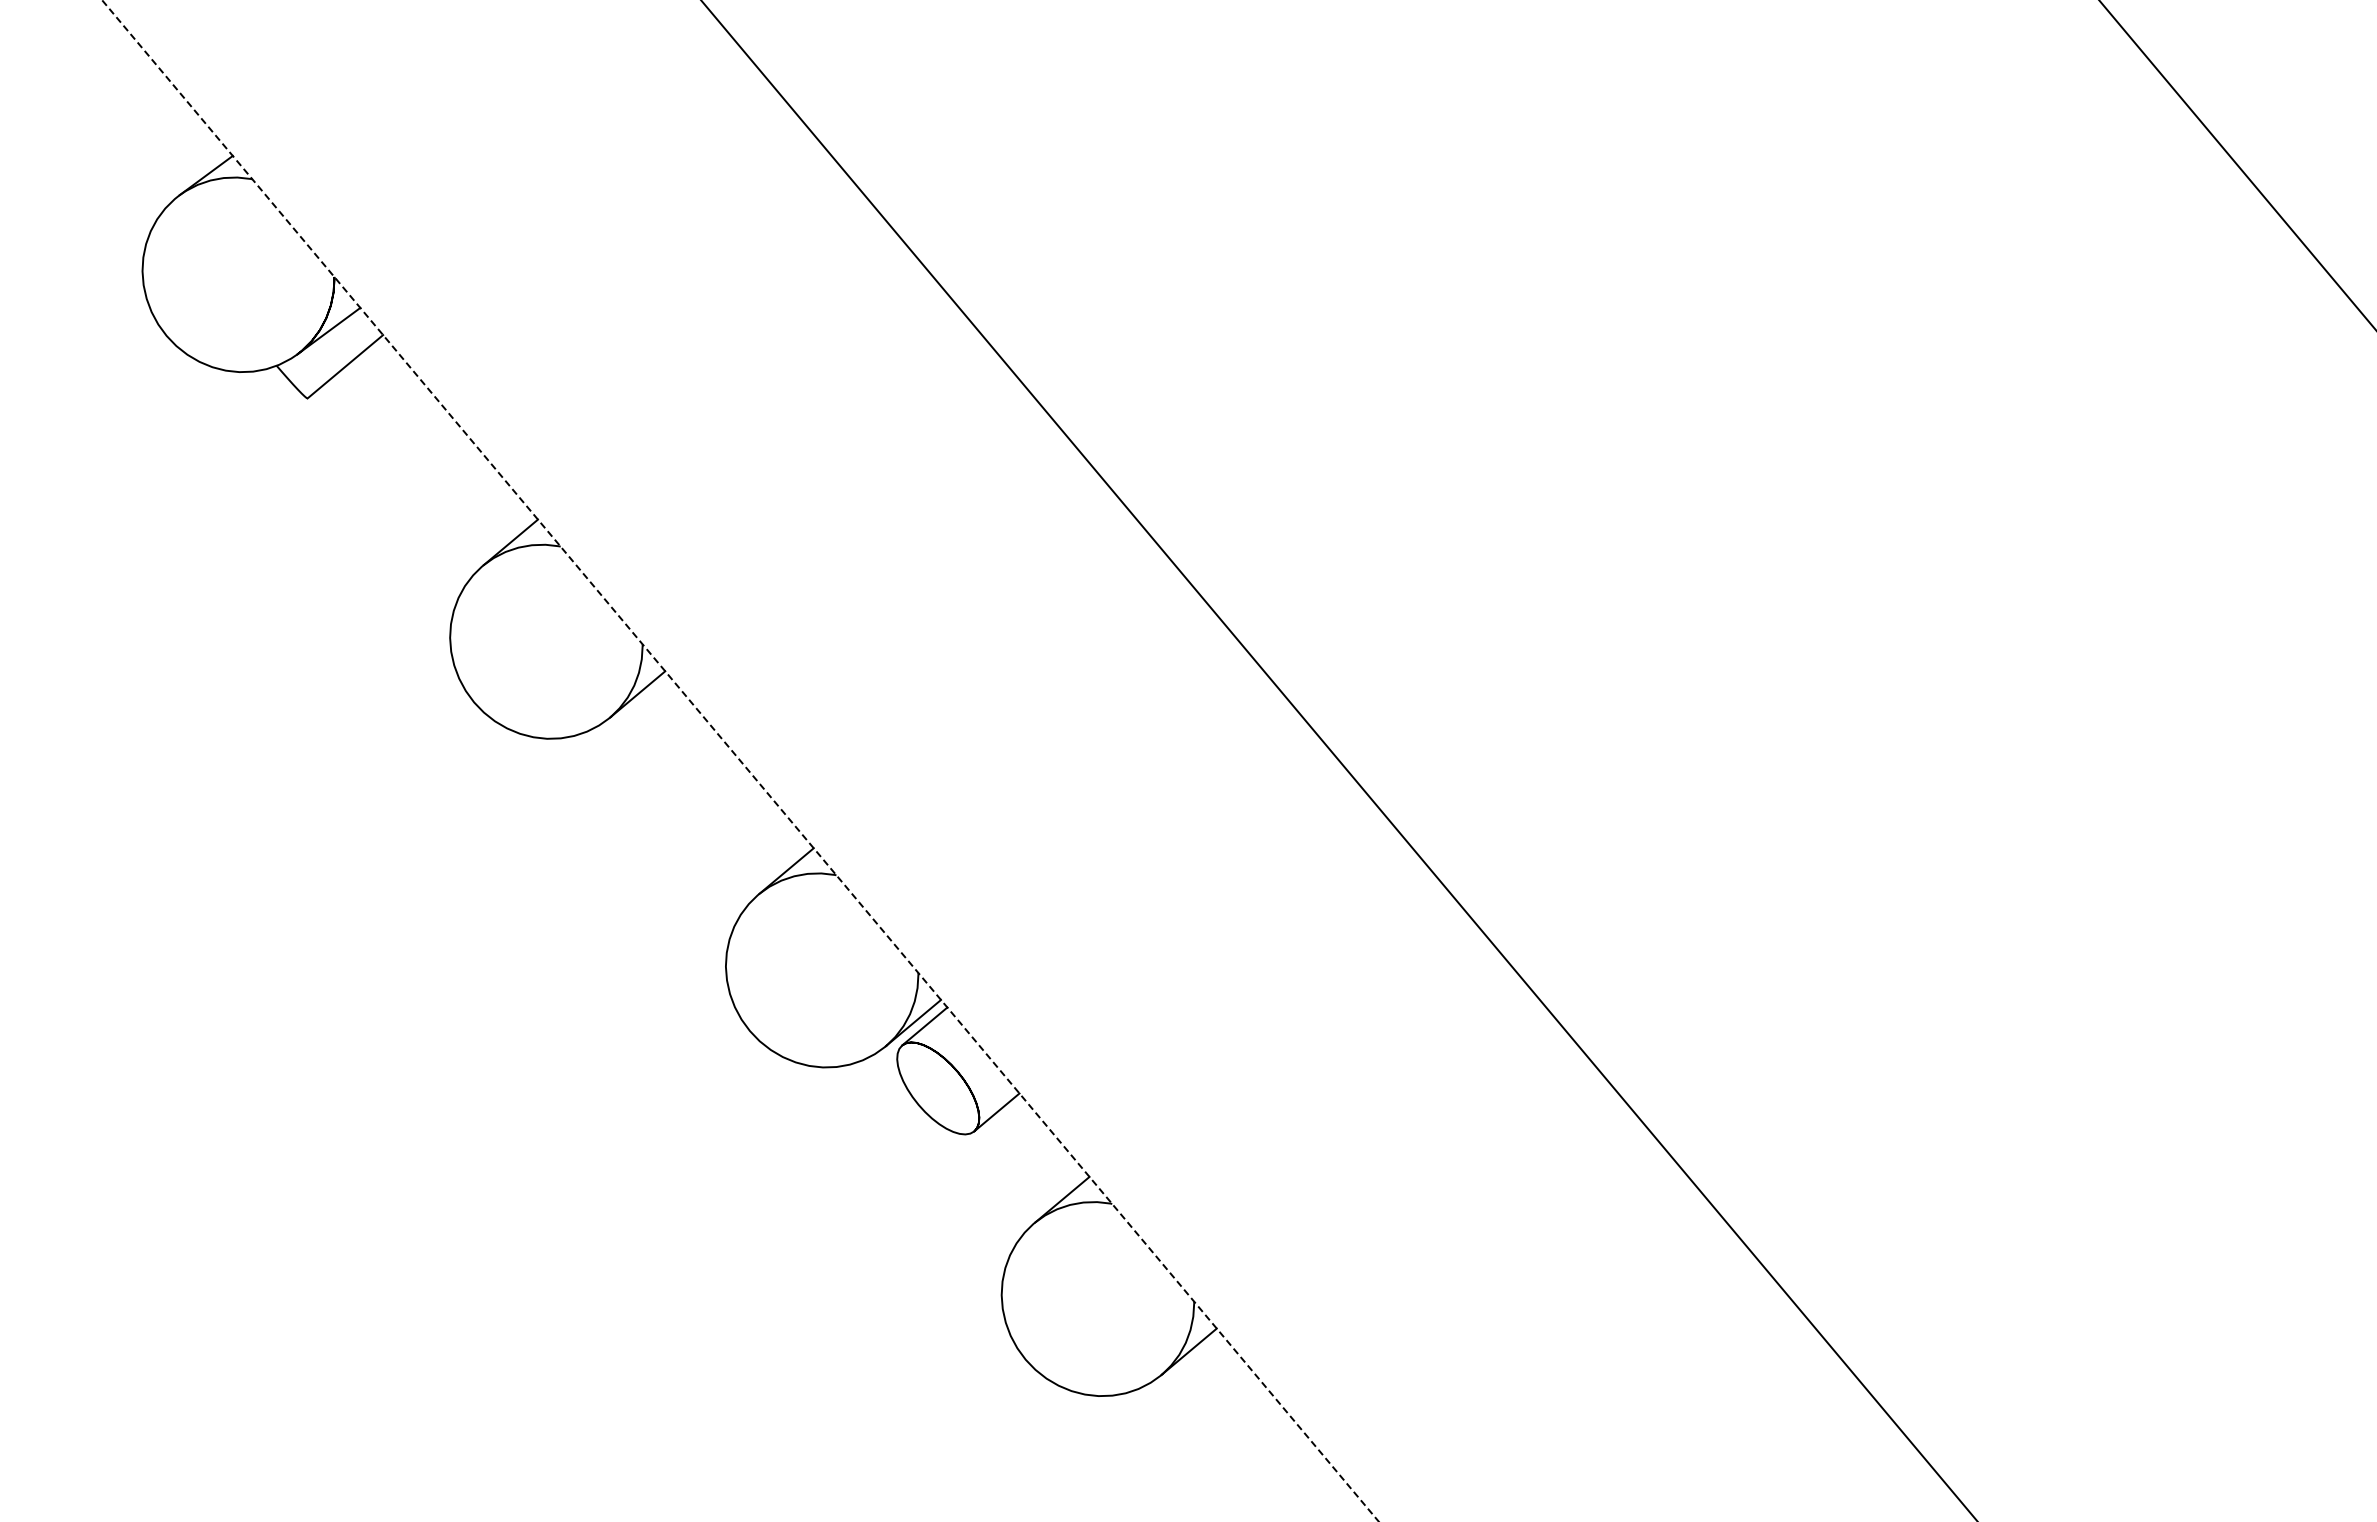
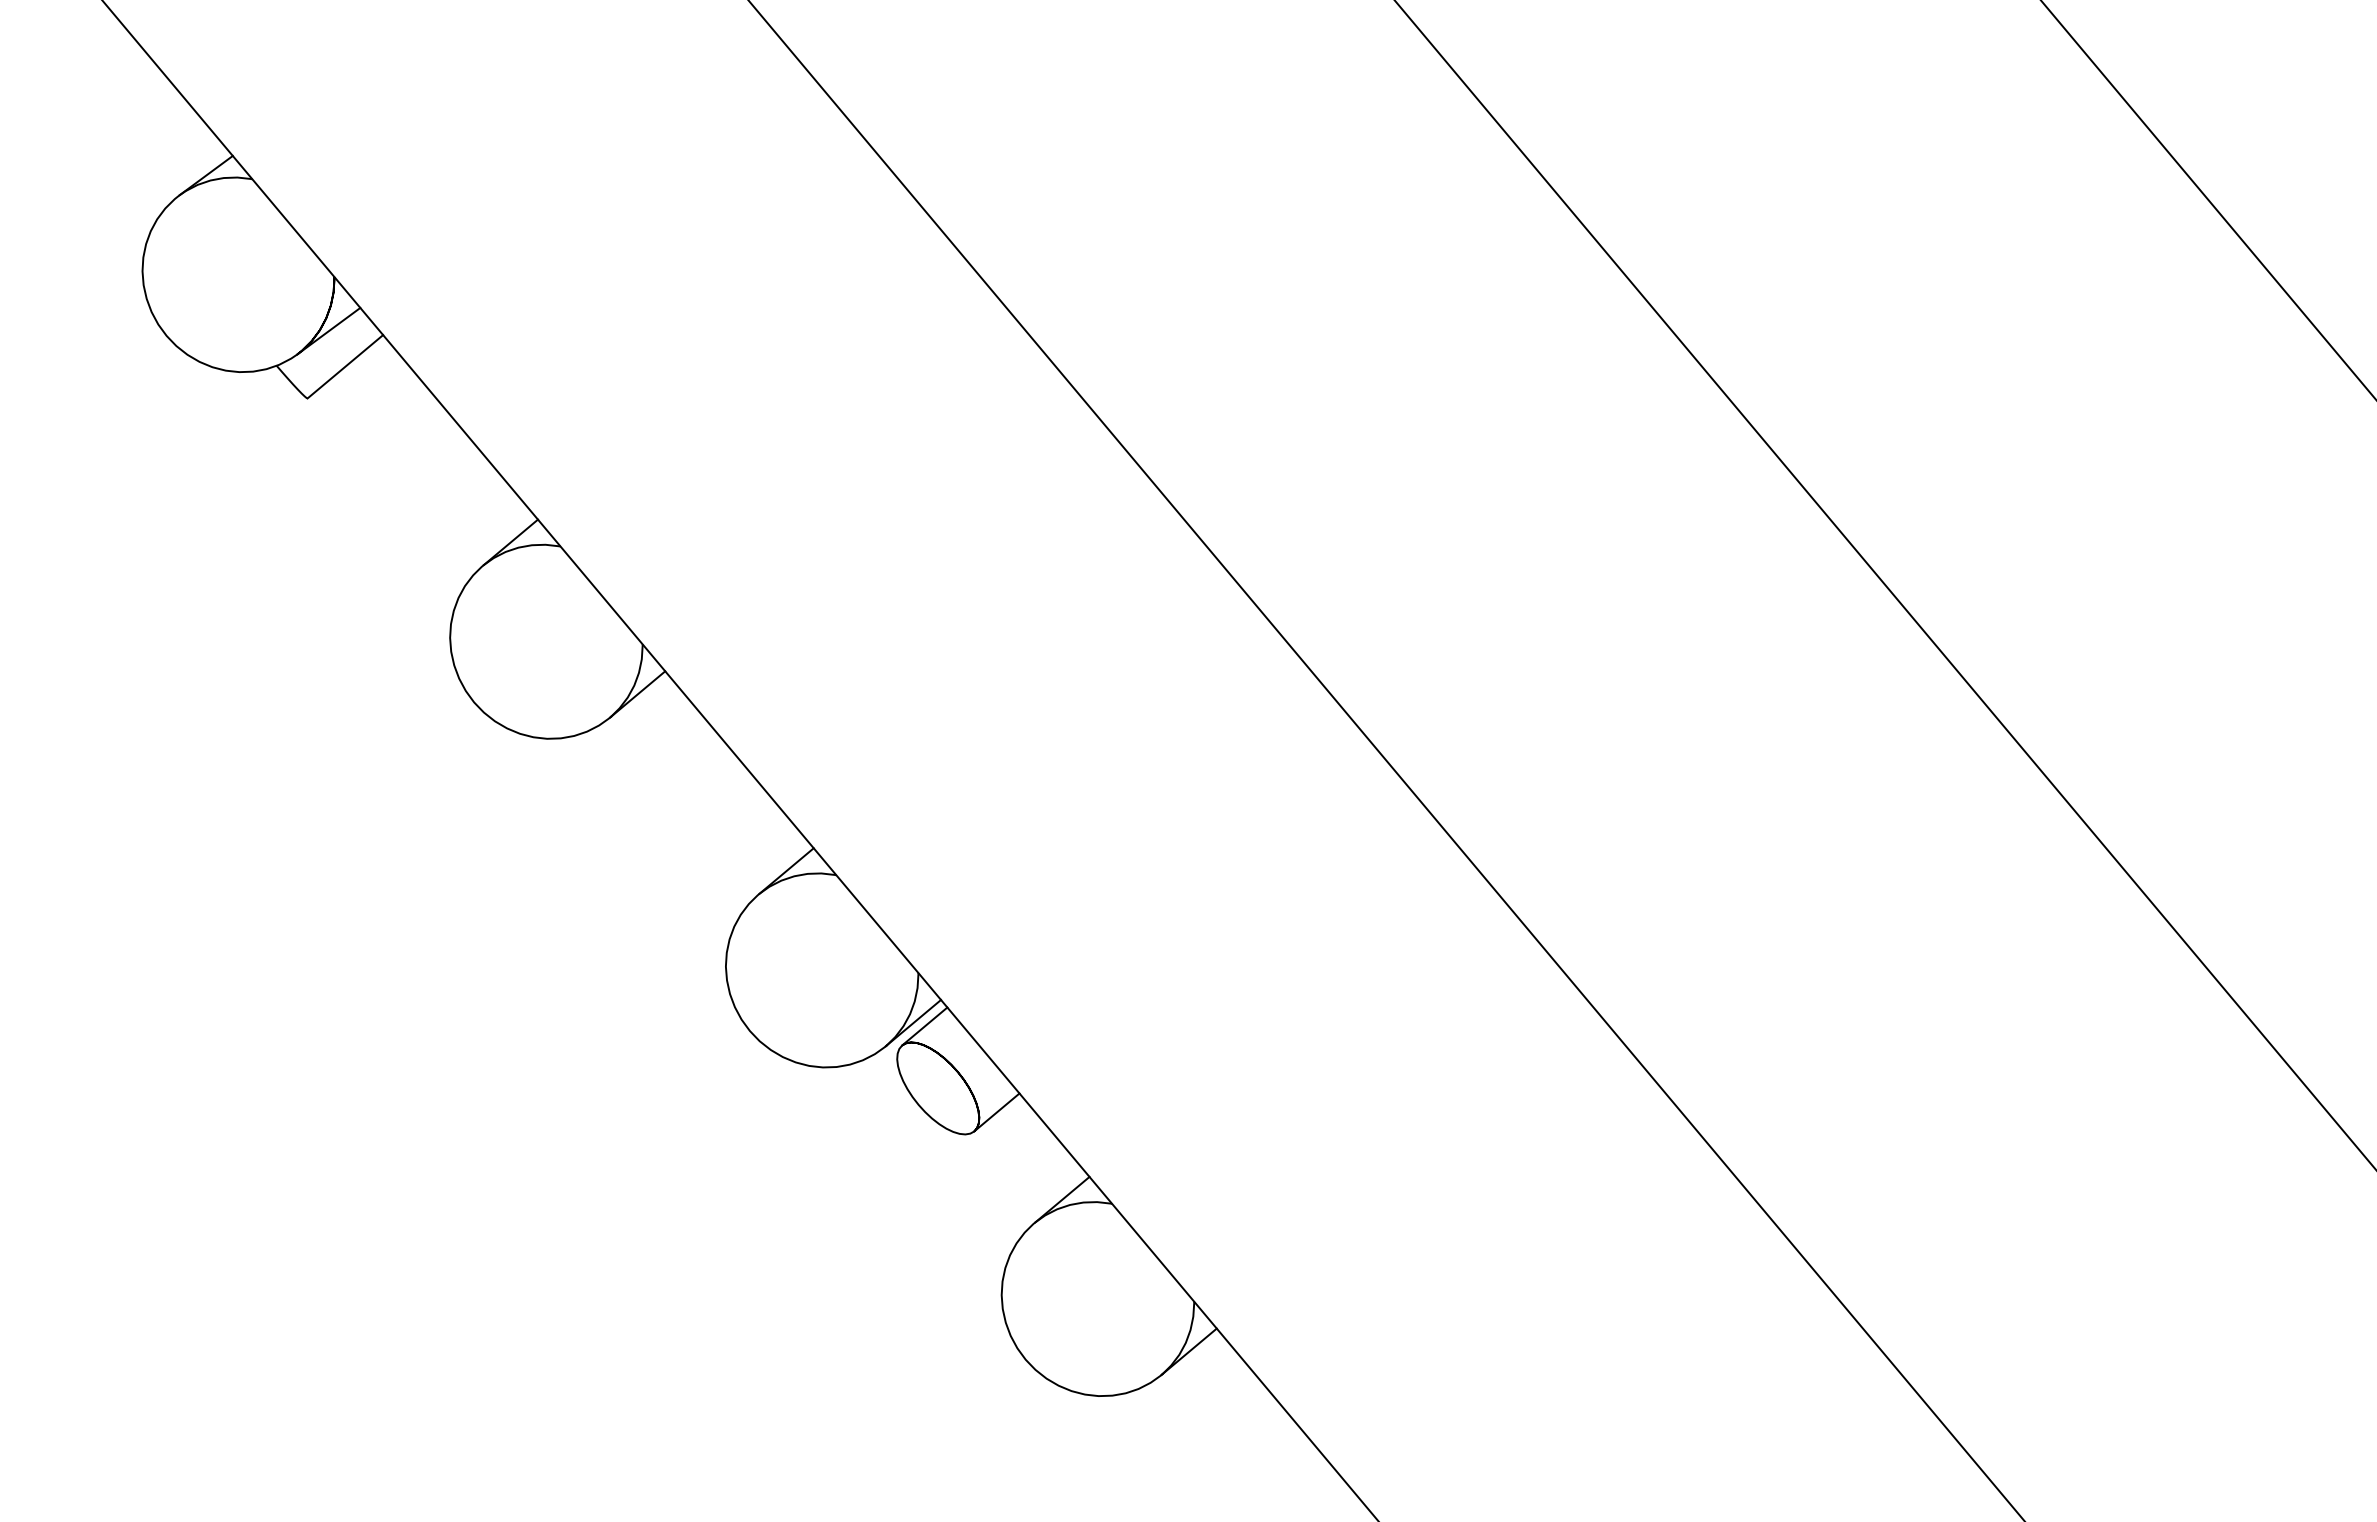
line at (2237, 164) position: (2237, 164) -> (2207, 199)
line at (1884, 584): none -> present
line at (740, 760): dashed -> solid
line at (1338, 760) position: (1338, 760) -> (1386, 760)
